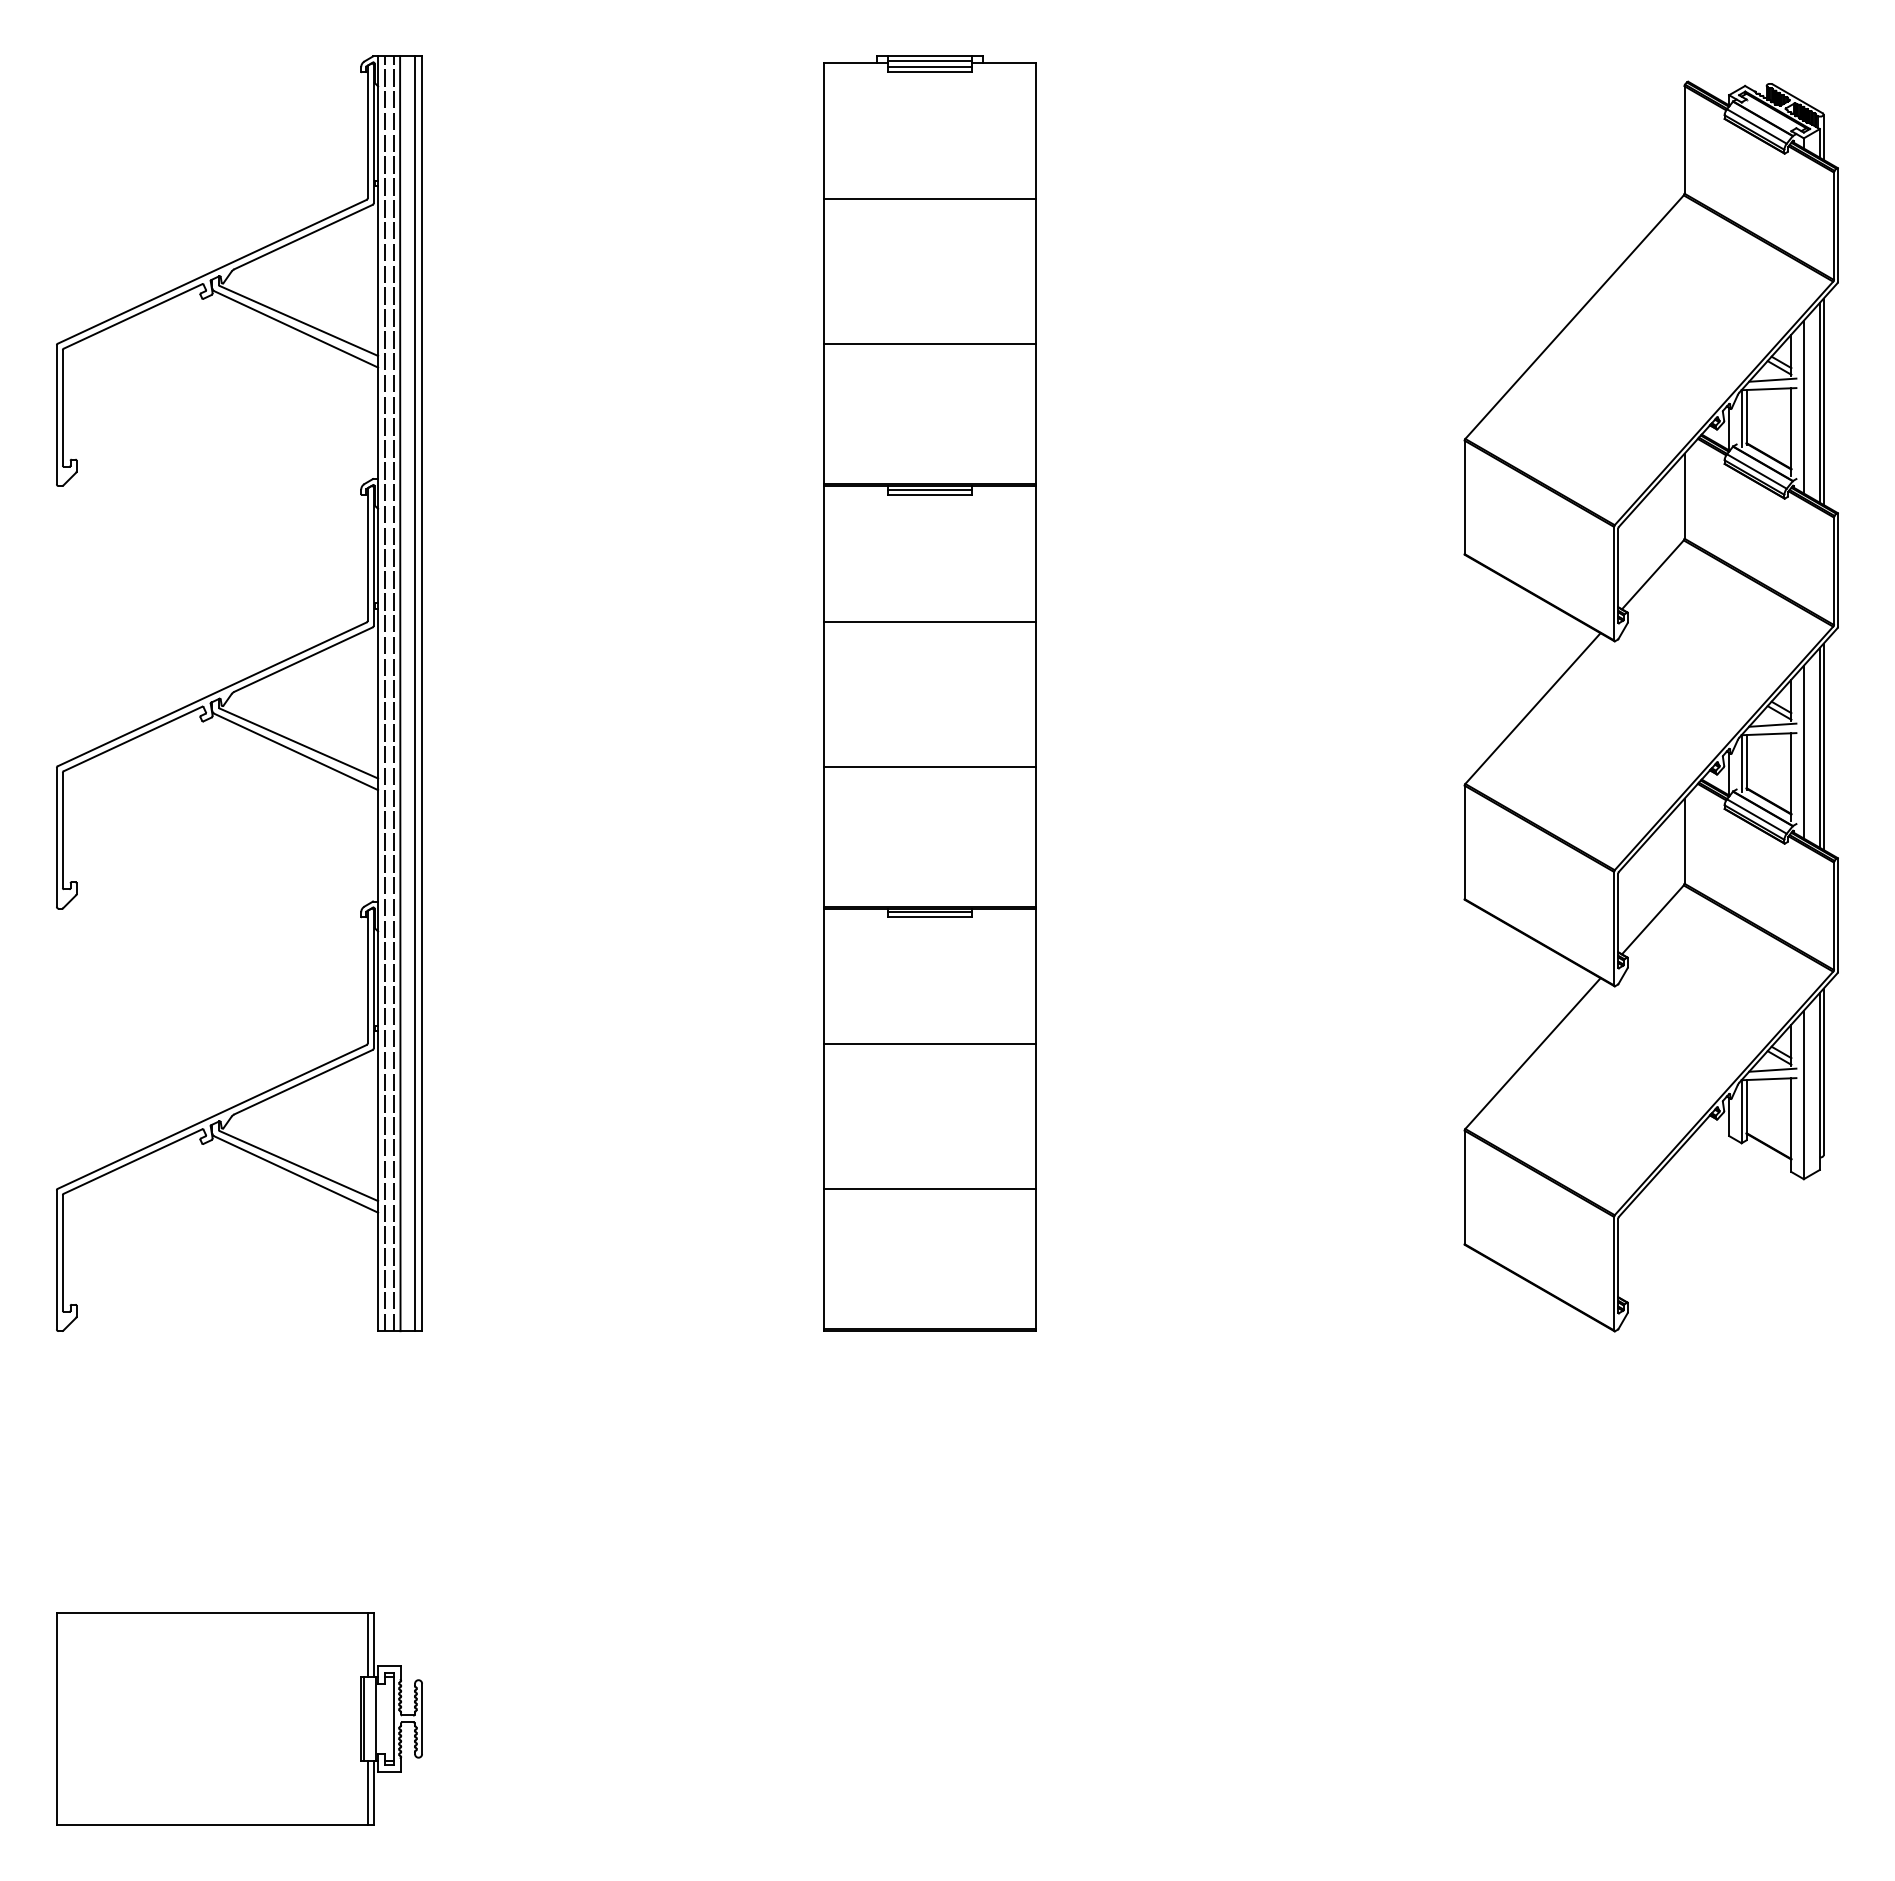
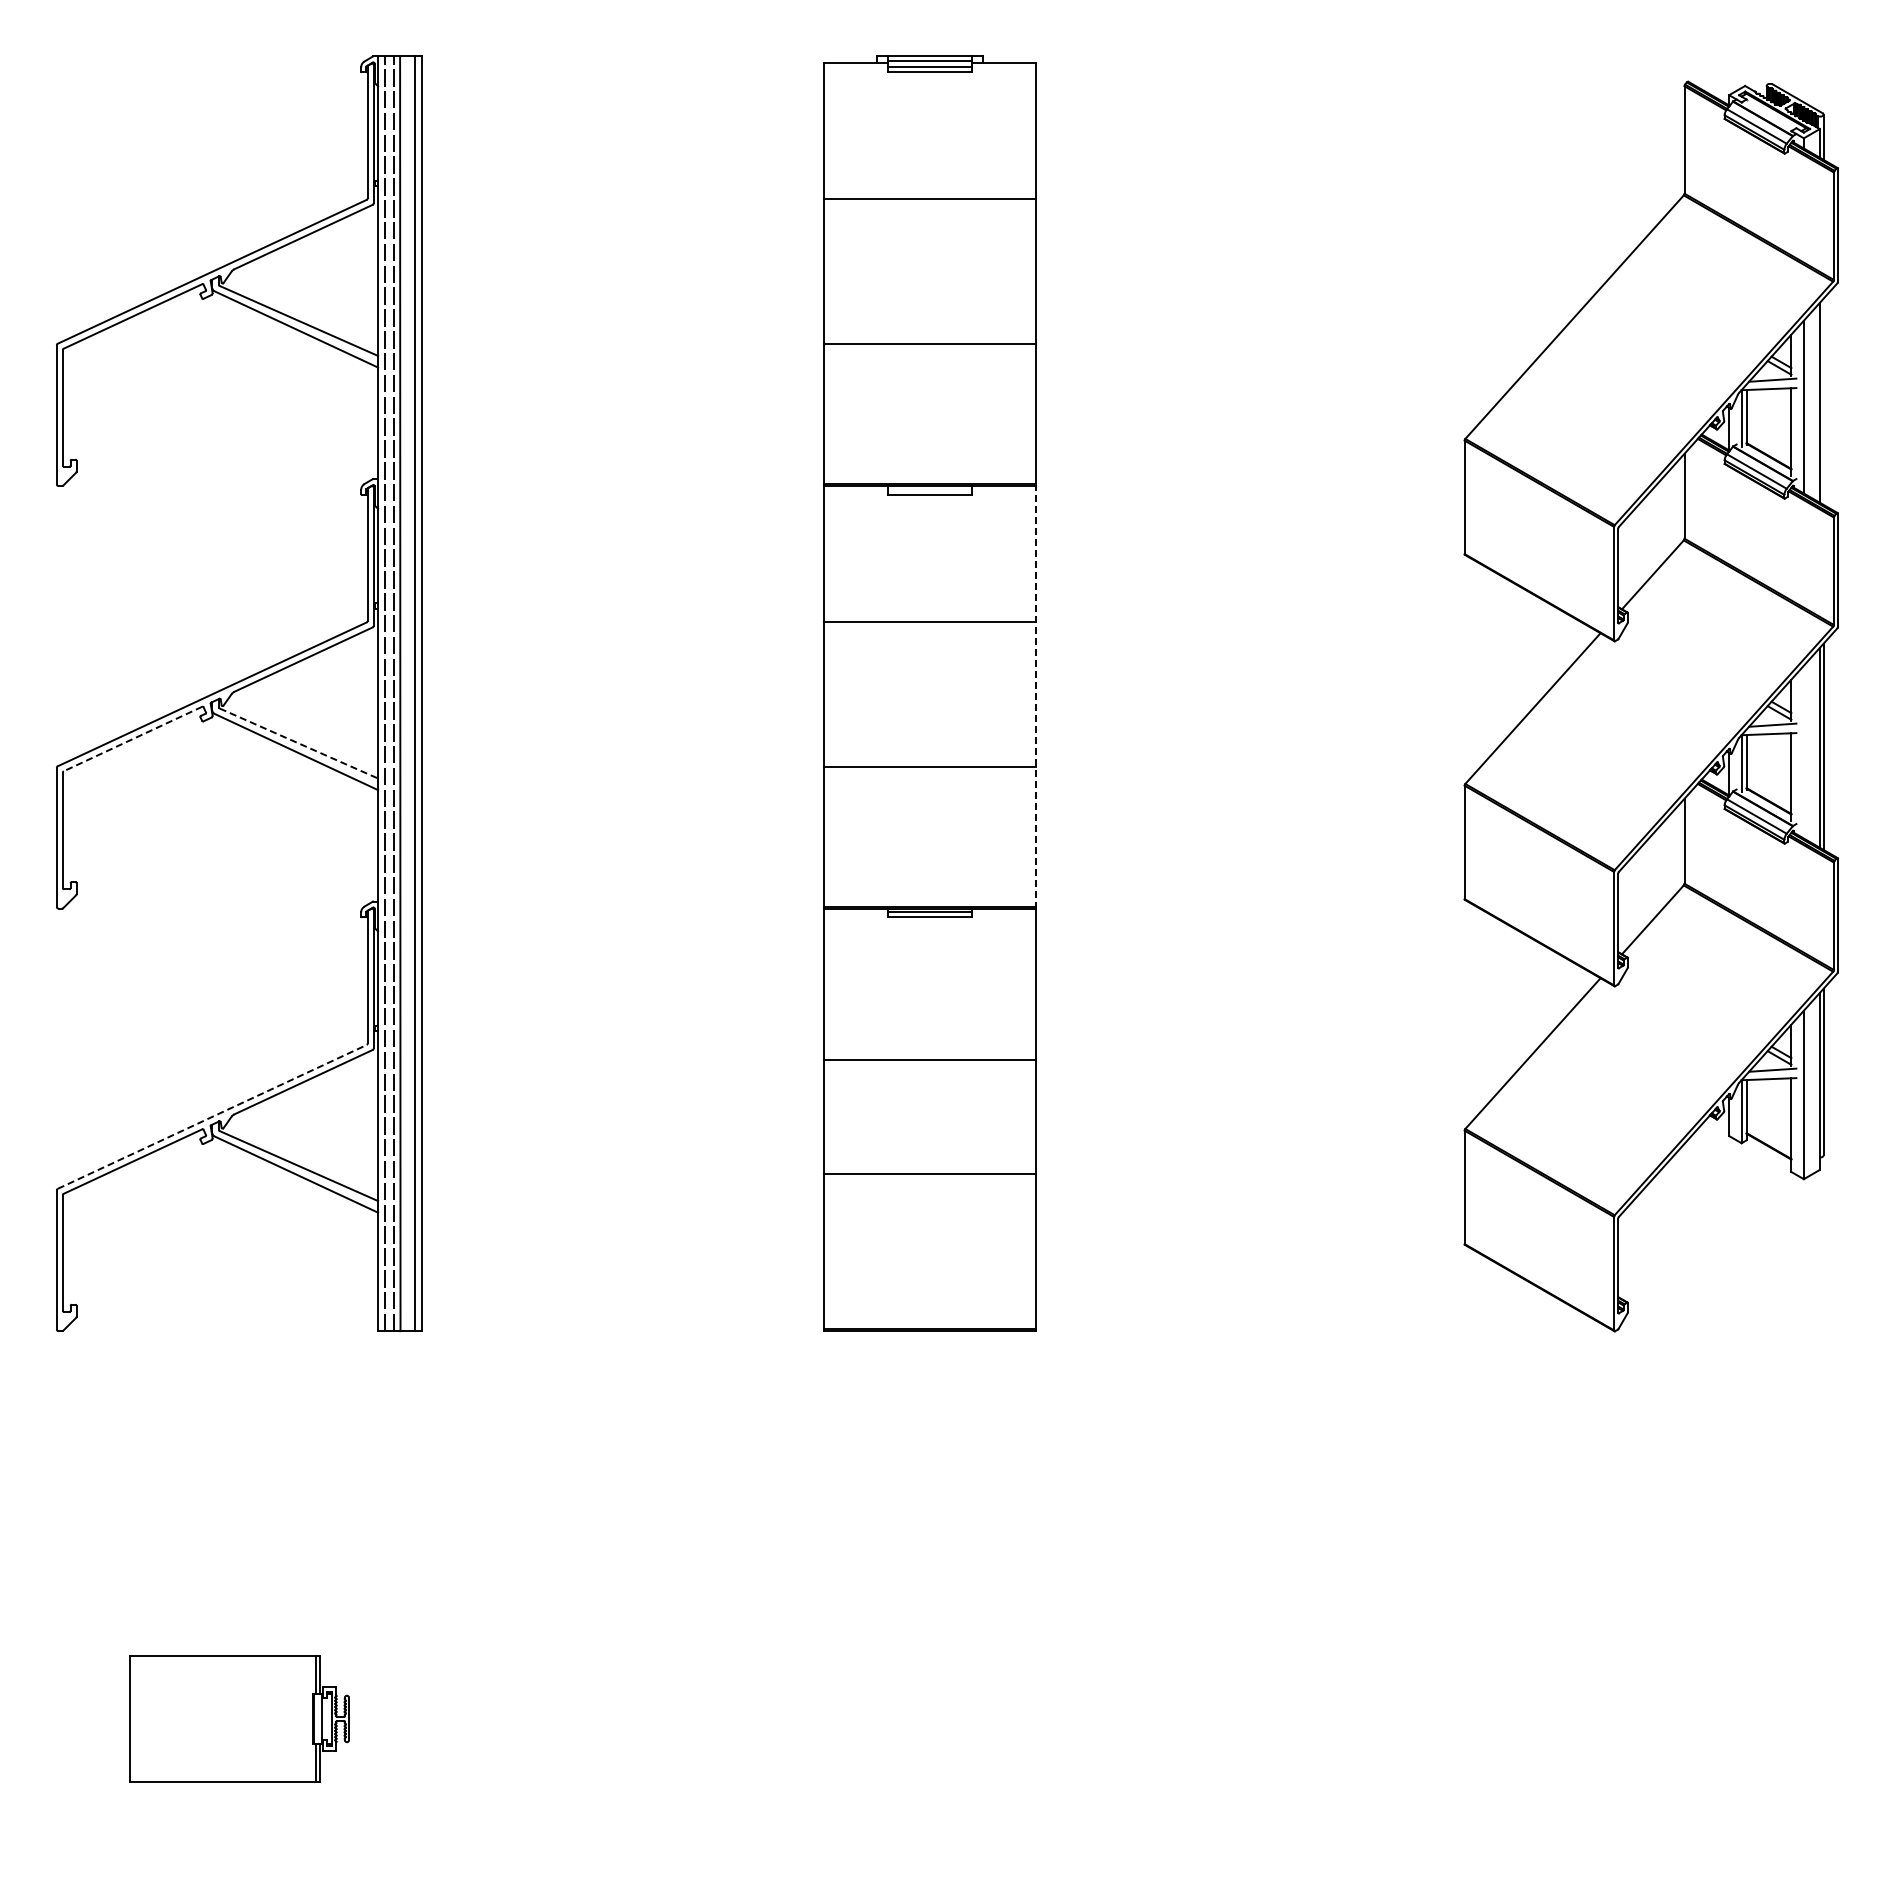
line at (1823, 401): present -> none
line at (929, 489): present -> none
line at (1035, 696): solid -> dashed
line at (132, 739): solid -> dashed
line at (298, 743): solid -> dashed
line at (1803, 751): present -> none
line at (929, 1044) position: (929, 1044) -> (929, 1060)
line at (212, 1116): solid -> dashed
line at (929, 1189) position: (929, 1189) -> (929, 1174)
part at (239, 1718) size: 367x214 px -> 221x128 px
